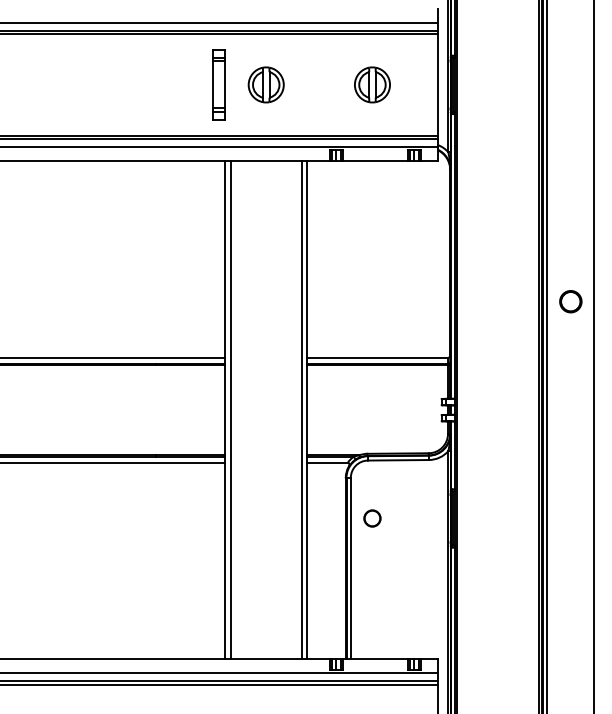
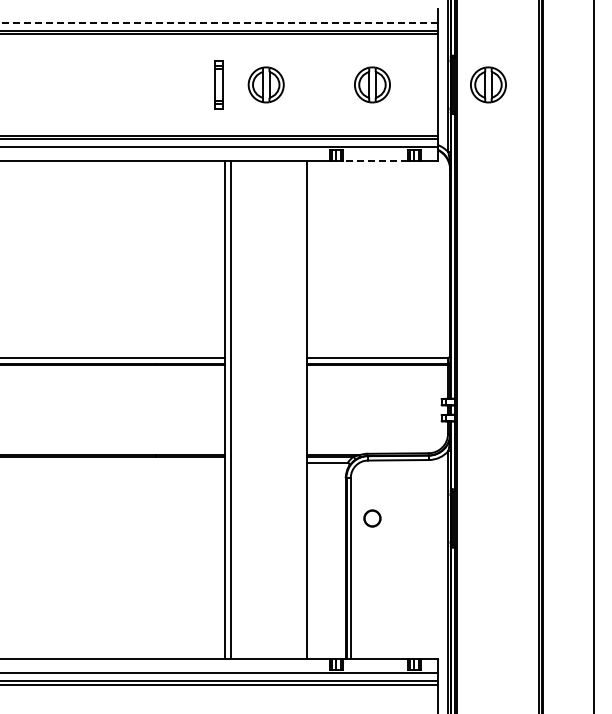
line at (218, 22): solid -> dashed
part at (218, 84) size: 14x72 px -> 10x50 px
part at (488, 84): none -> present
line at (375, 160): solid -> dashed
part at (570, 301): present -> none
line at (547, 356): present -> none
line at (301, 409): present -> none
line at (113, 462): present -> none
